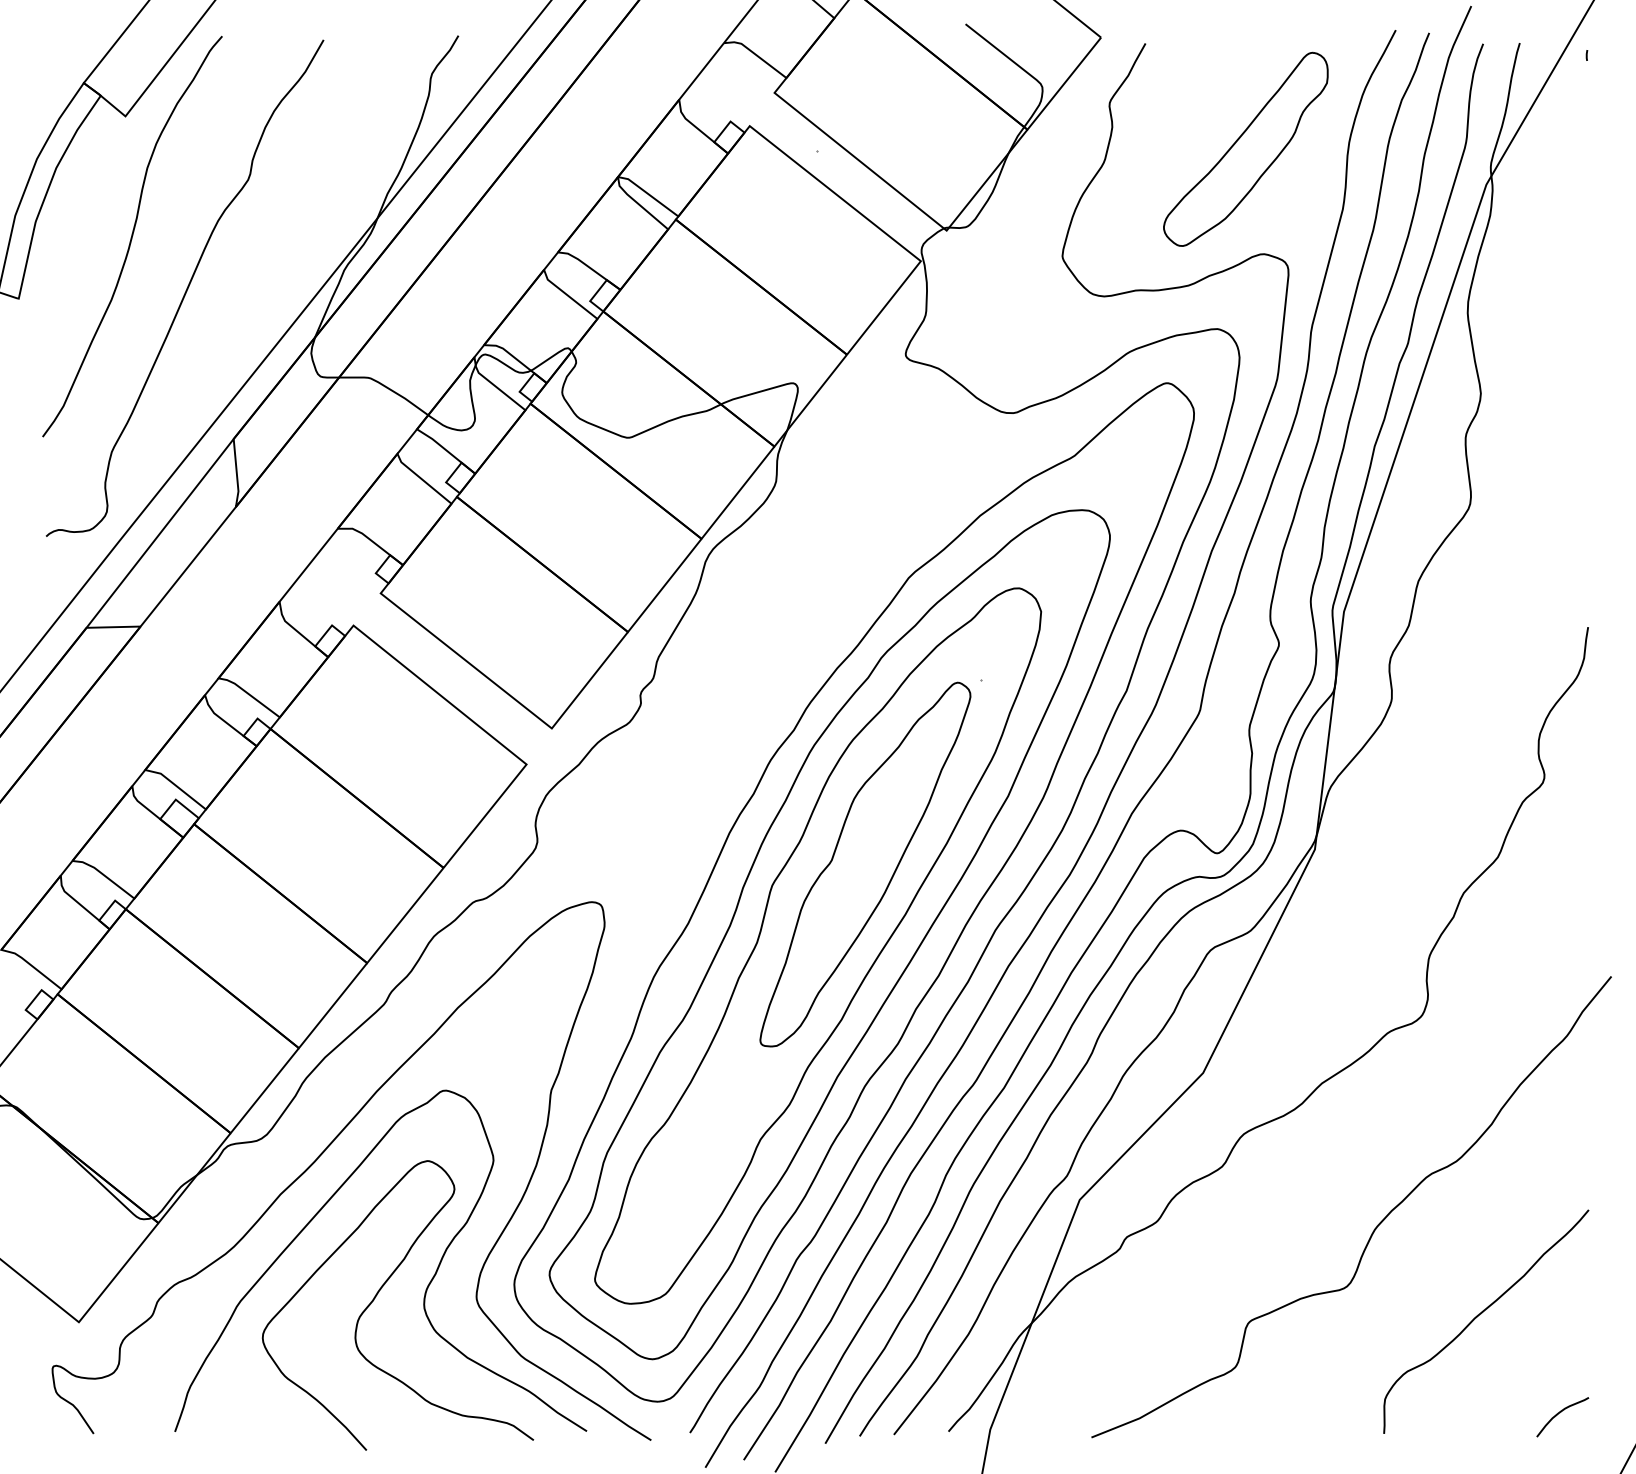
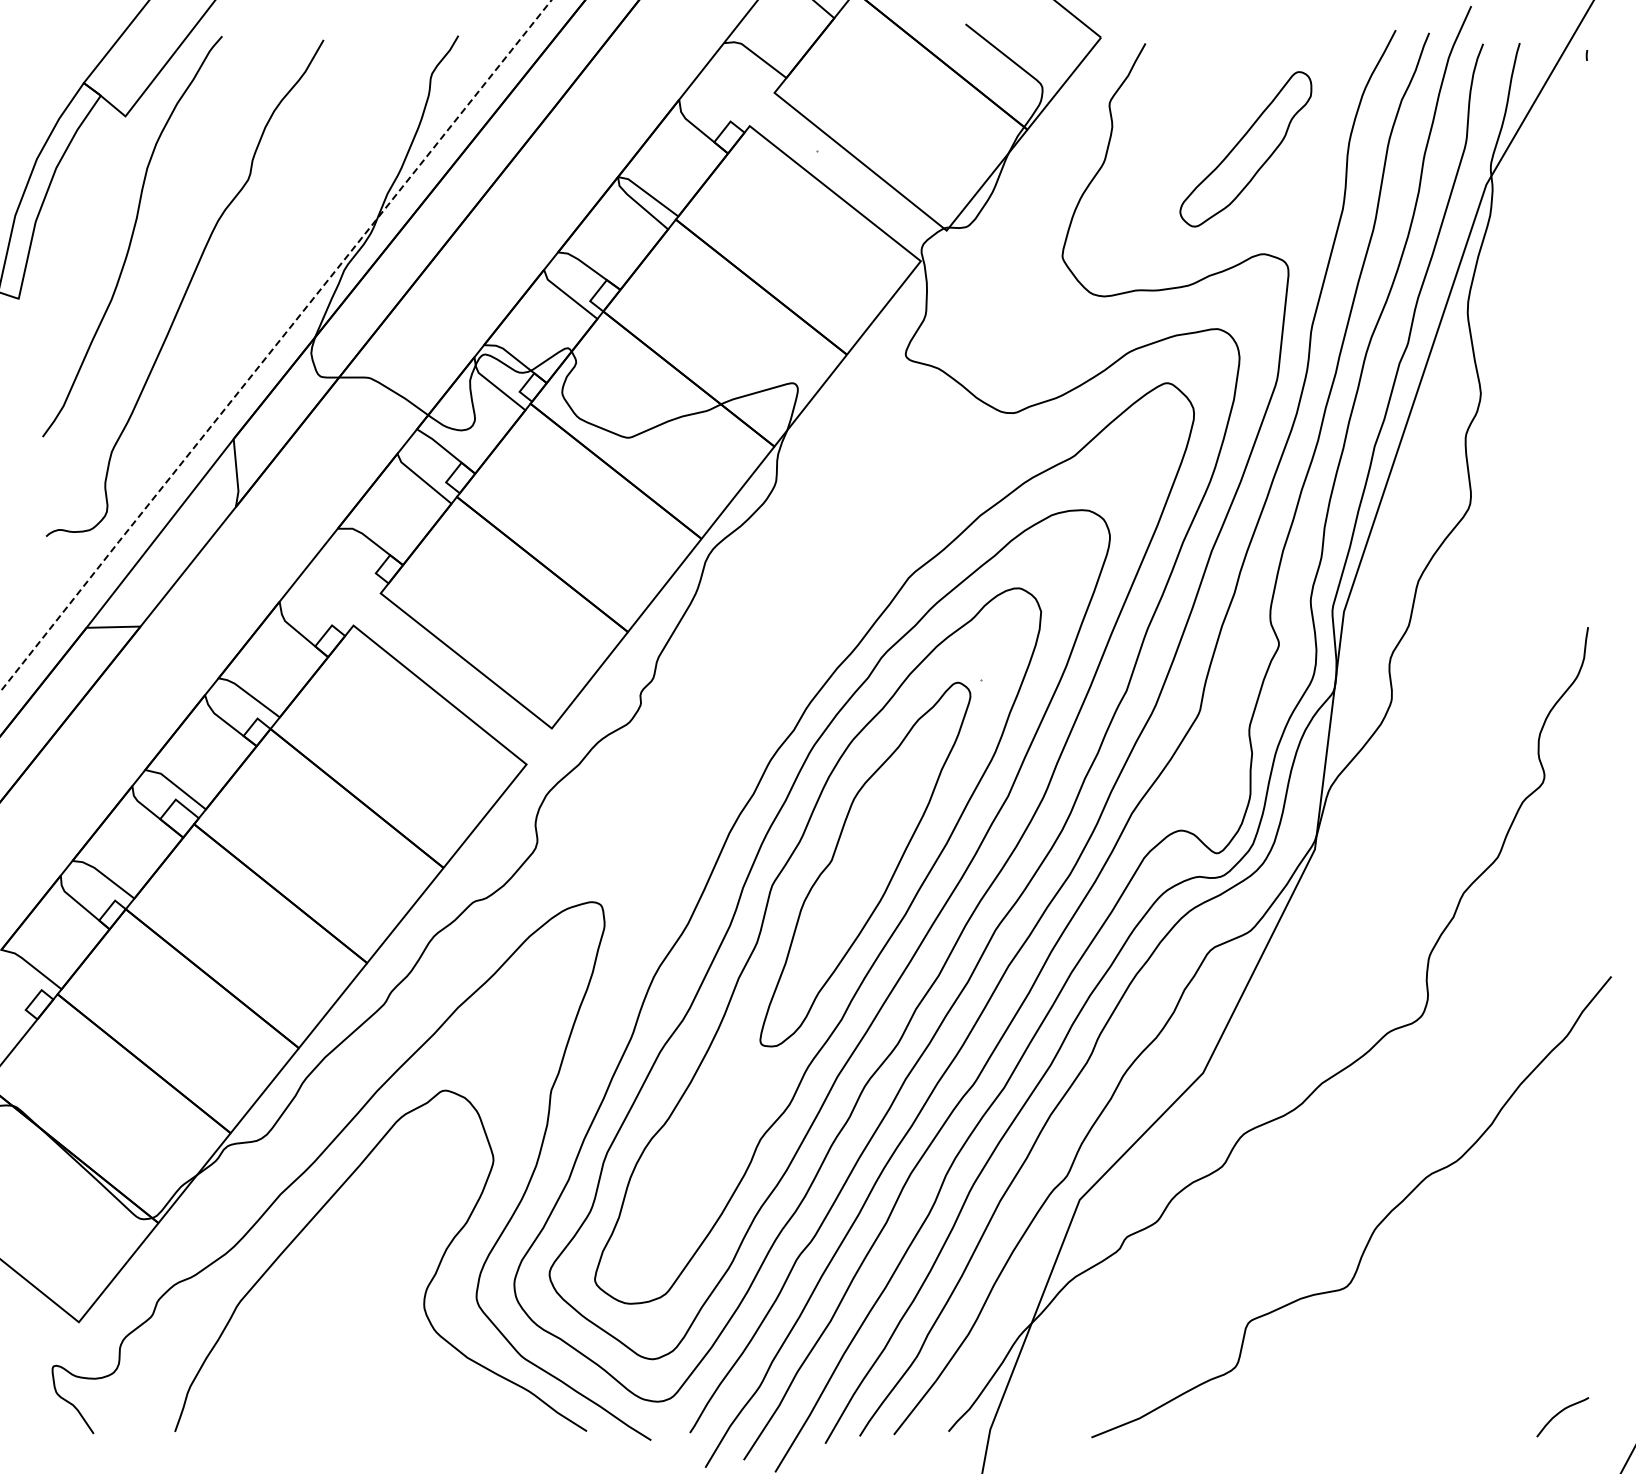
part at (1245, 148) size: 166x196 px -> 134x157 px
line at (275, 345): solid -> dashed
curve at (379, 1292): present -> none
curve at (1481, 1314): present -> none
